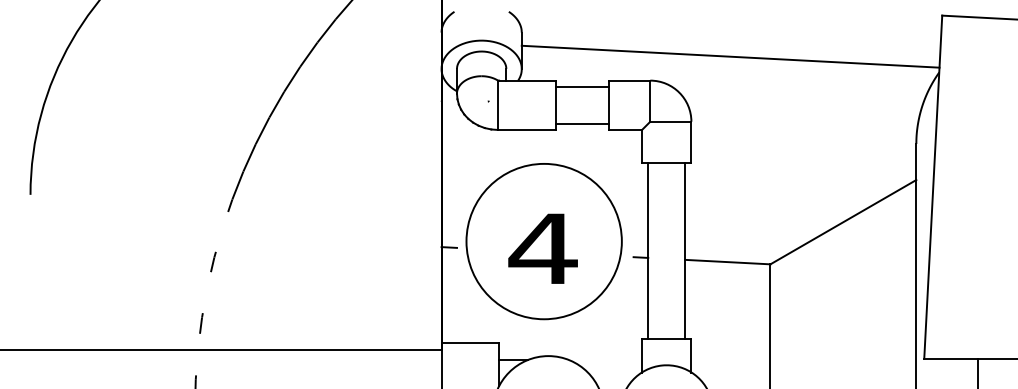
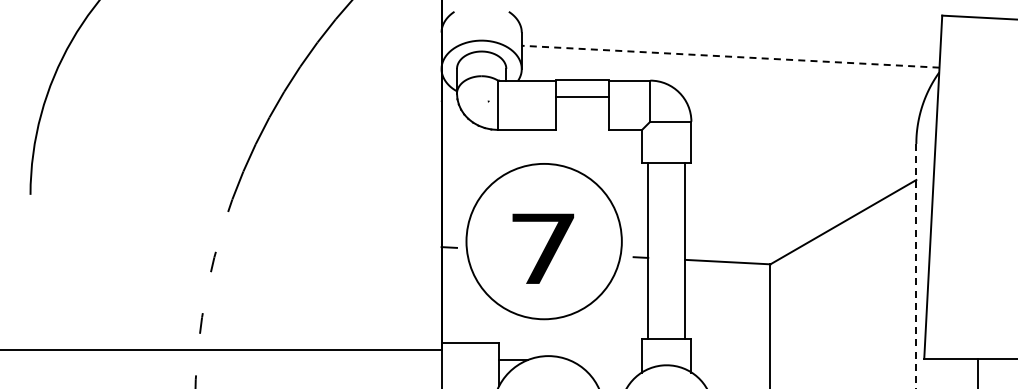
line at (730, 56): solid -> dashed
line at (582, 86) position: (582, 86) -> (582, 79)
line at (582, 123) position: (582, 123) -> (582, 96)
text at (542, 248): 4 -> 7
line at (916, 266): solid -> dashed
